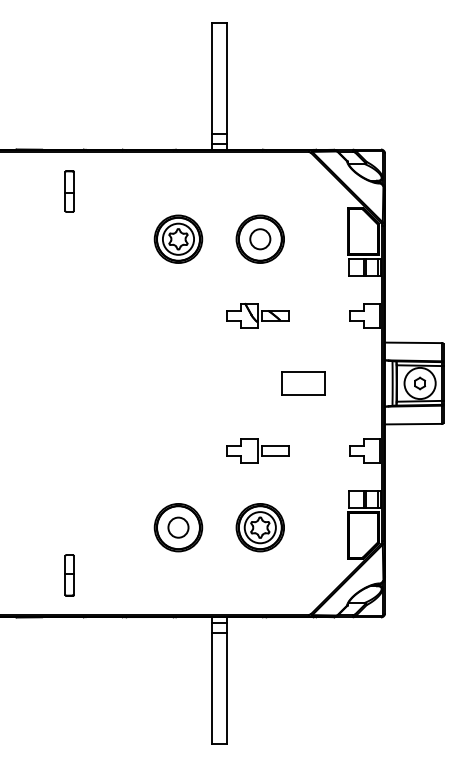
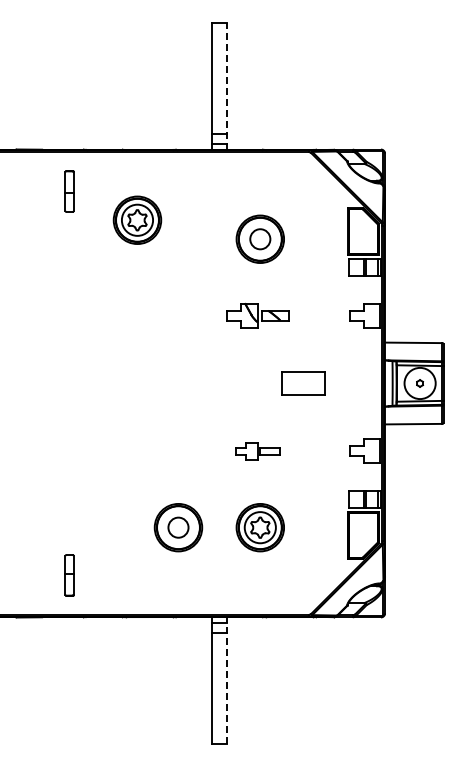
line at (227, 85): solid -> dashed
part at (178, 238) position: (178, 238) -> (137, 219)
part at (419, 383) size: 12x15 px -> 8x9 px
part at (257, 450) size: 64x26 px -> 46x19 px
line at (227, 680): solid -> dashed
